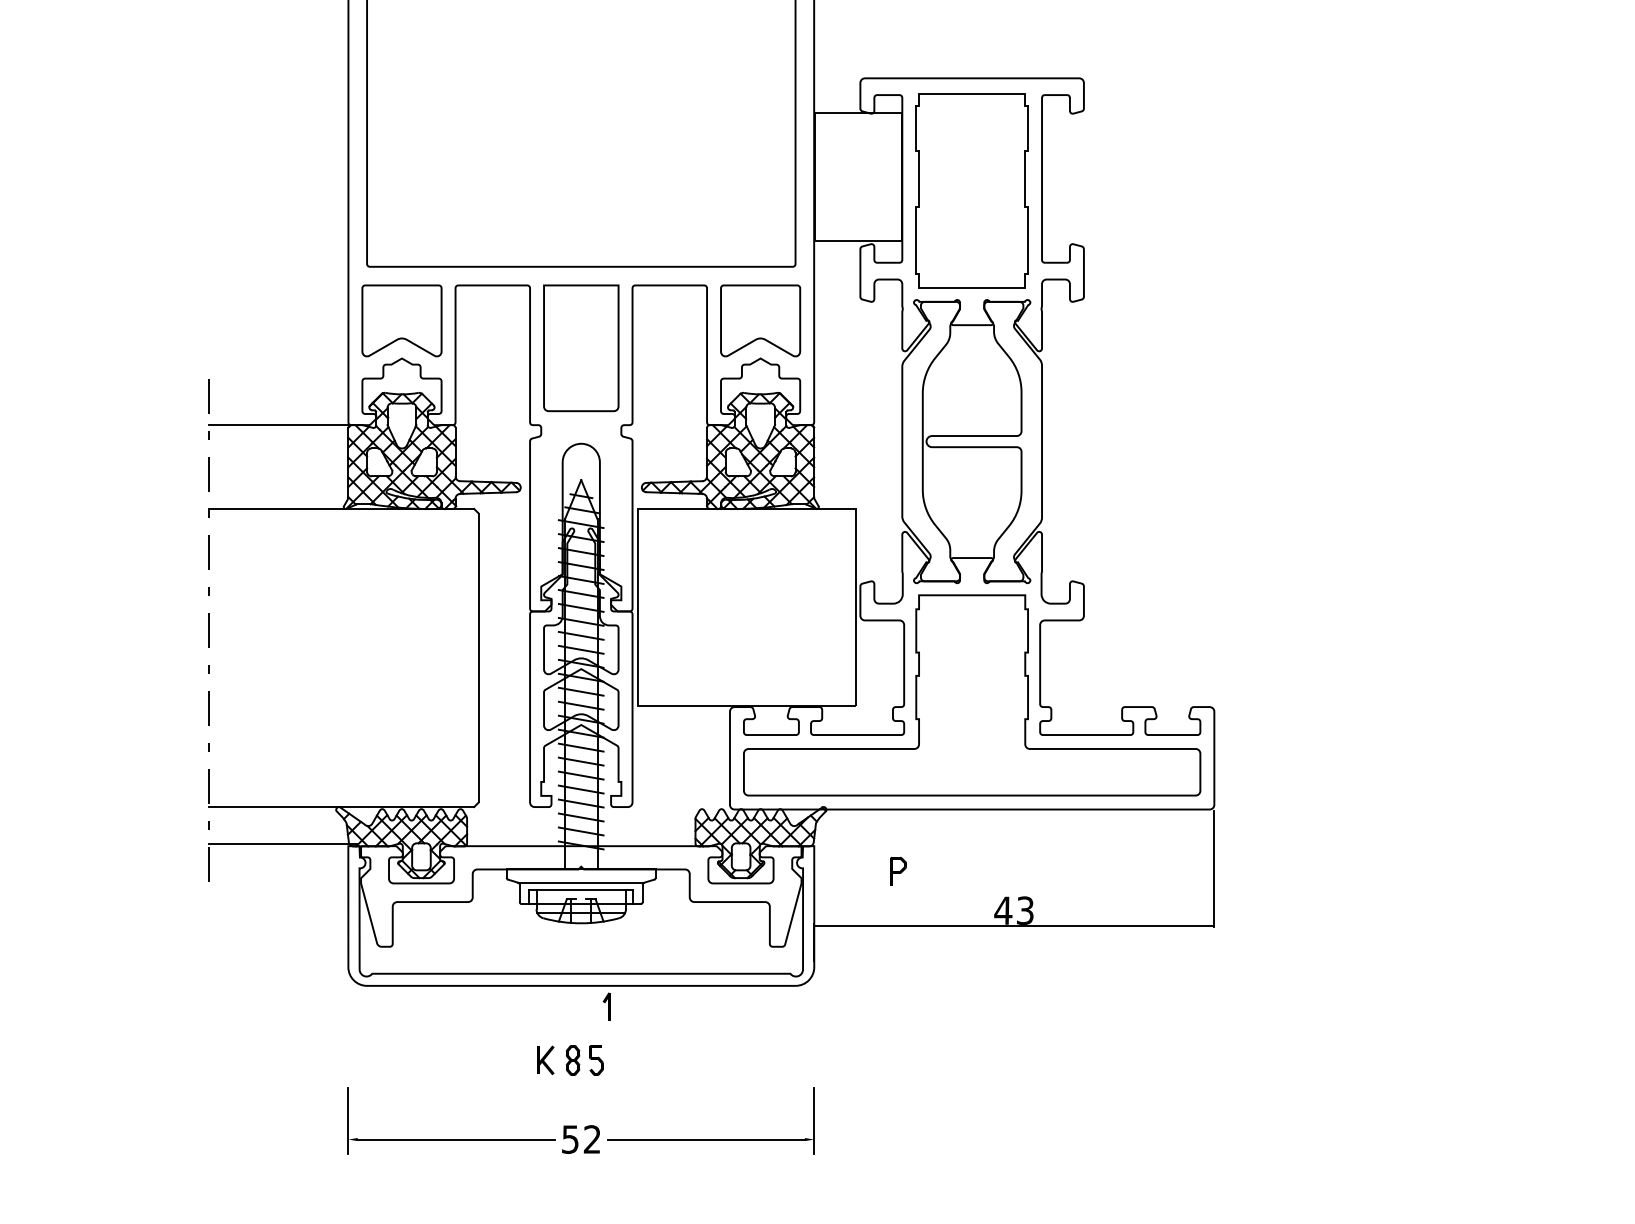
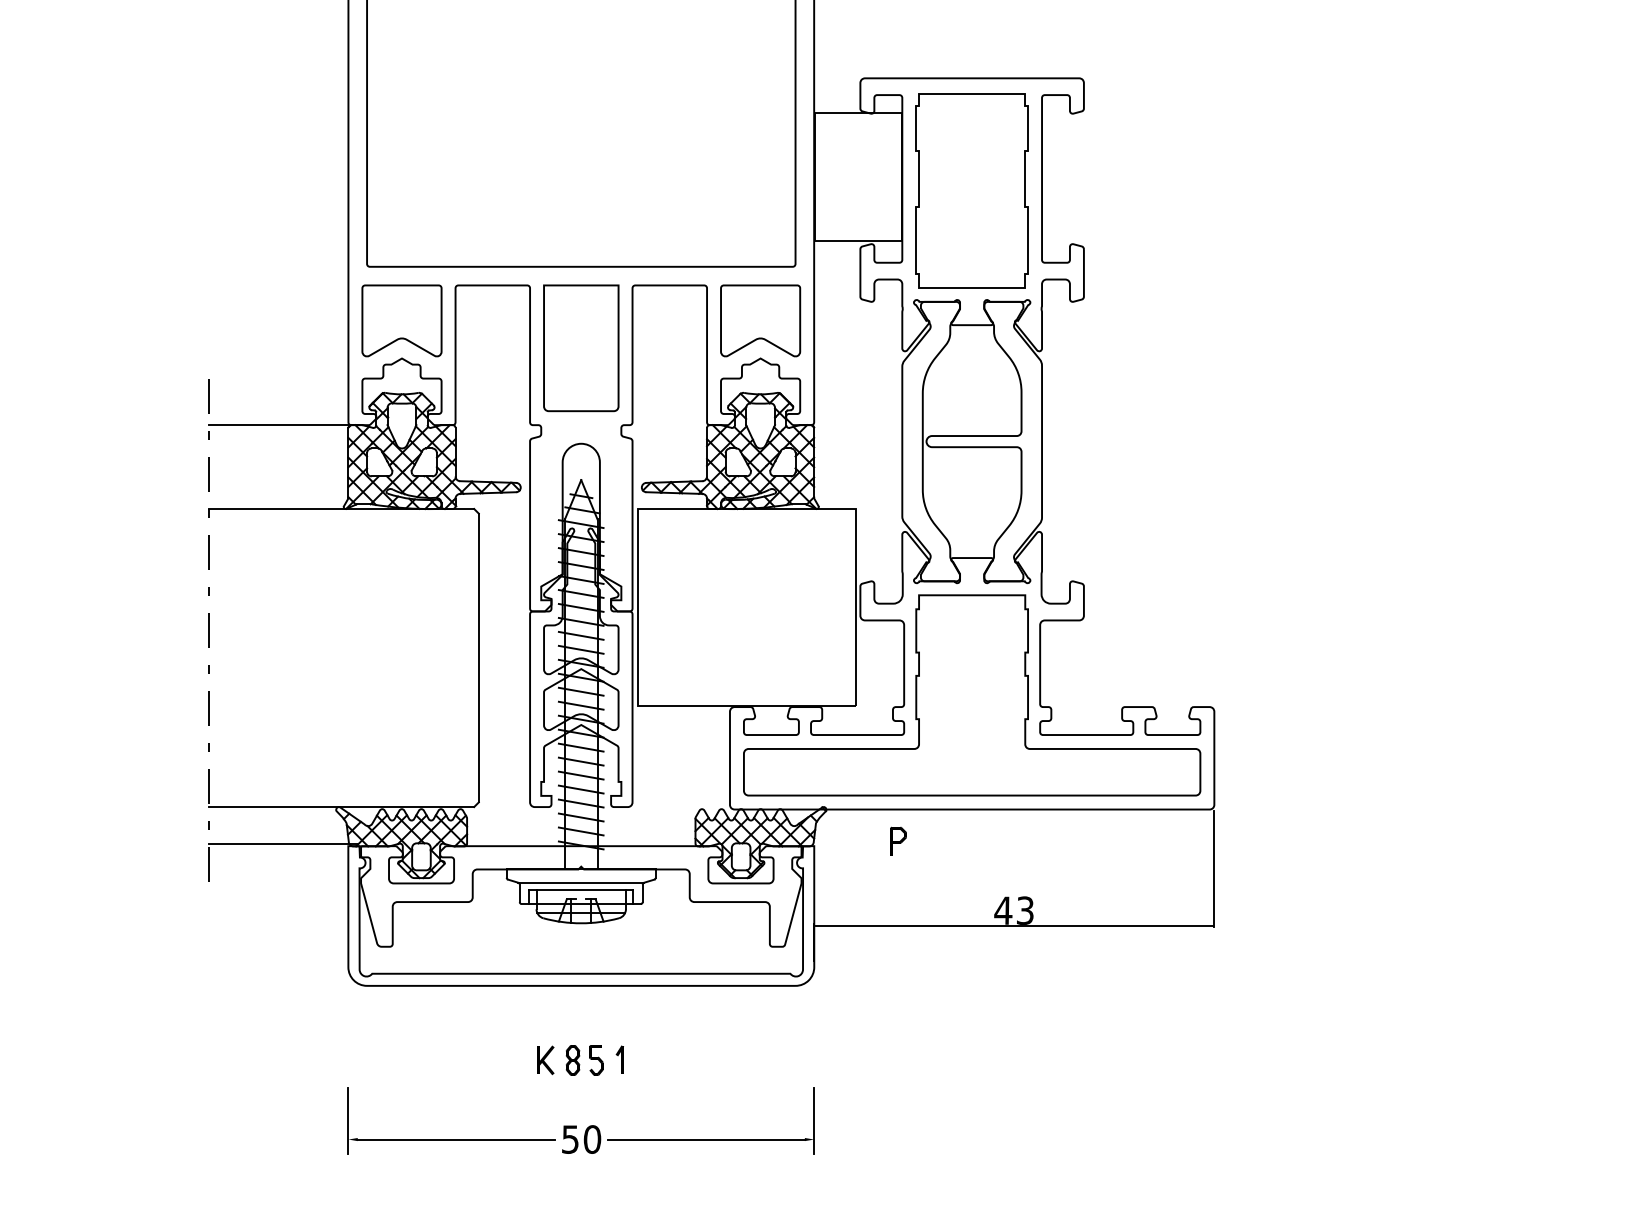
part at (898, 870) position: (898, 870) -> (898, 840)
part at (606, 1006) position: (606, 1006) -> (619, 1059)
text at (592, 1139): 52 -> 50
